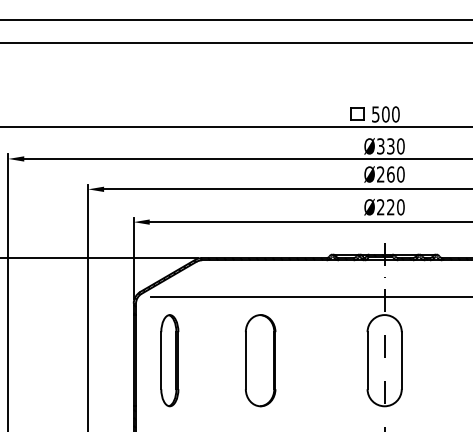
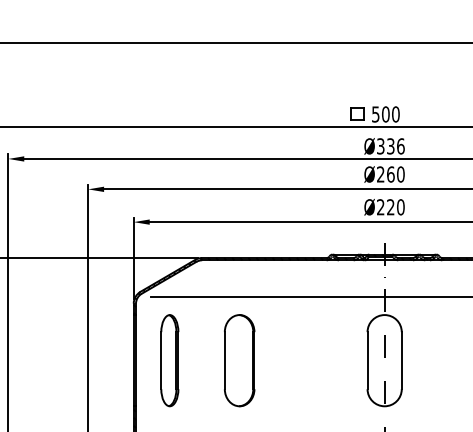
line at (235, 19): present -> none
text at (400, 146): Ø330 -> Ø336
part at (260, 360) position: (260, 360) -> (239, 360)
